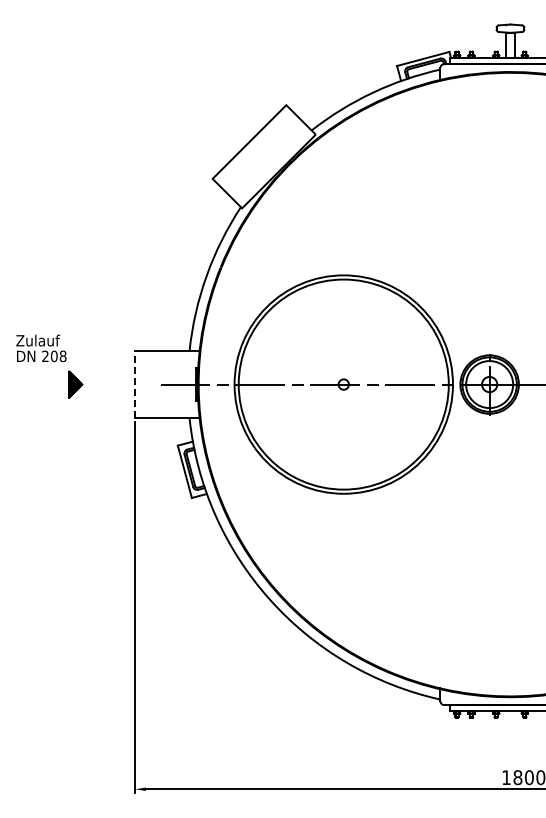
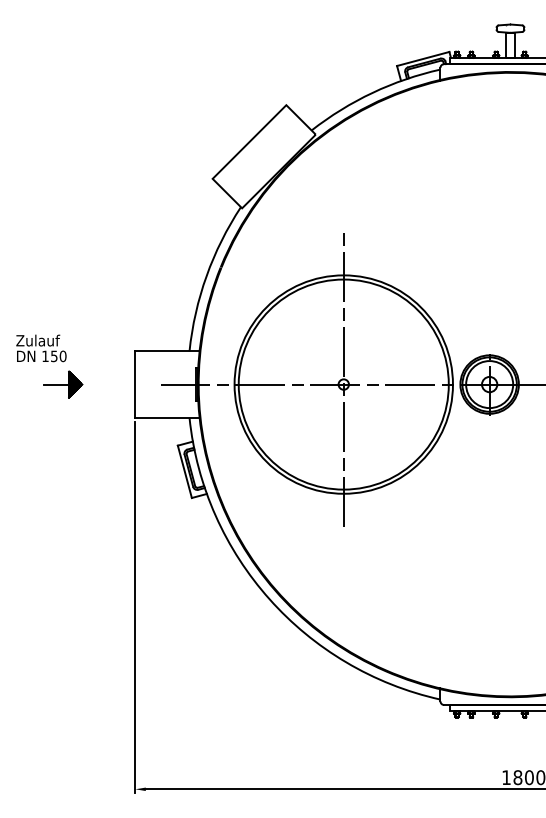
text at (54, 356): 208 -> 150
line at (343, 379): none -> present
line at (56, 384): none -> present
line at (135, 384): dashed -> solid
